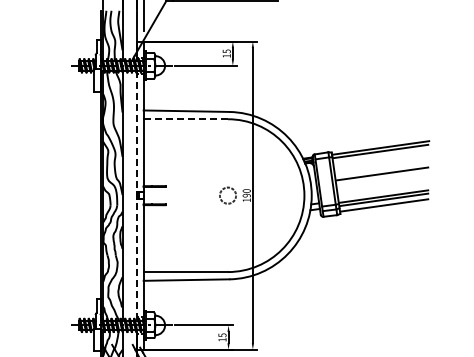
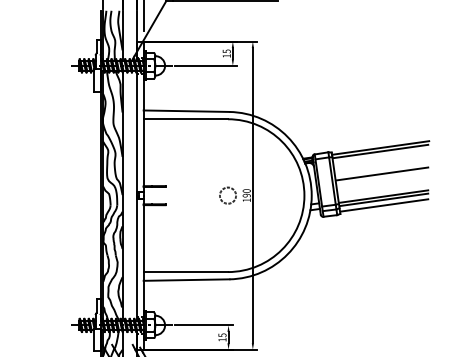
line at (185, 119): dashed -> solid
line at (137, 195): dashed -> solid
